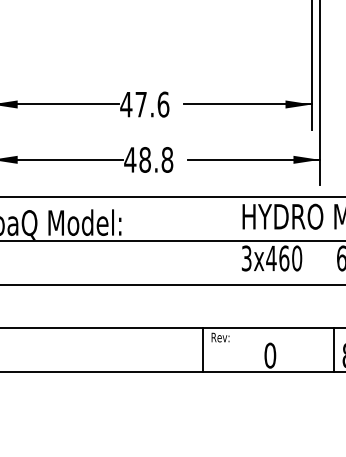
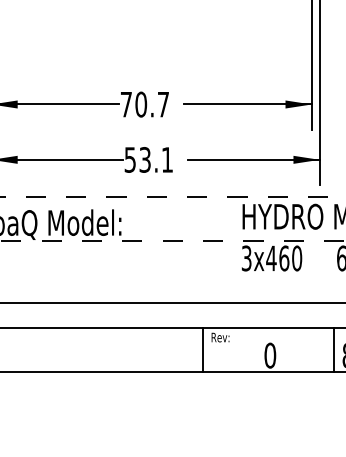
text at (144, 104): 47.6 -> 70.7
text at (148, 159): 48.8 -> 53.1
line at (173, 197): solid -> dashed
line at (173, 241): solid -> dashed
line at (172, 284) position: (172, 284) -> (172, 302)
